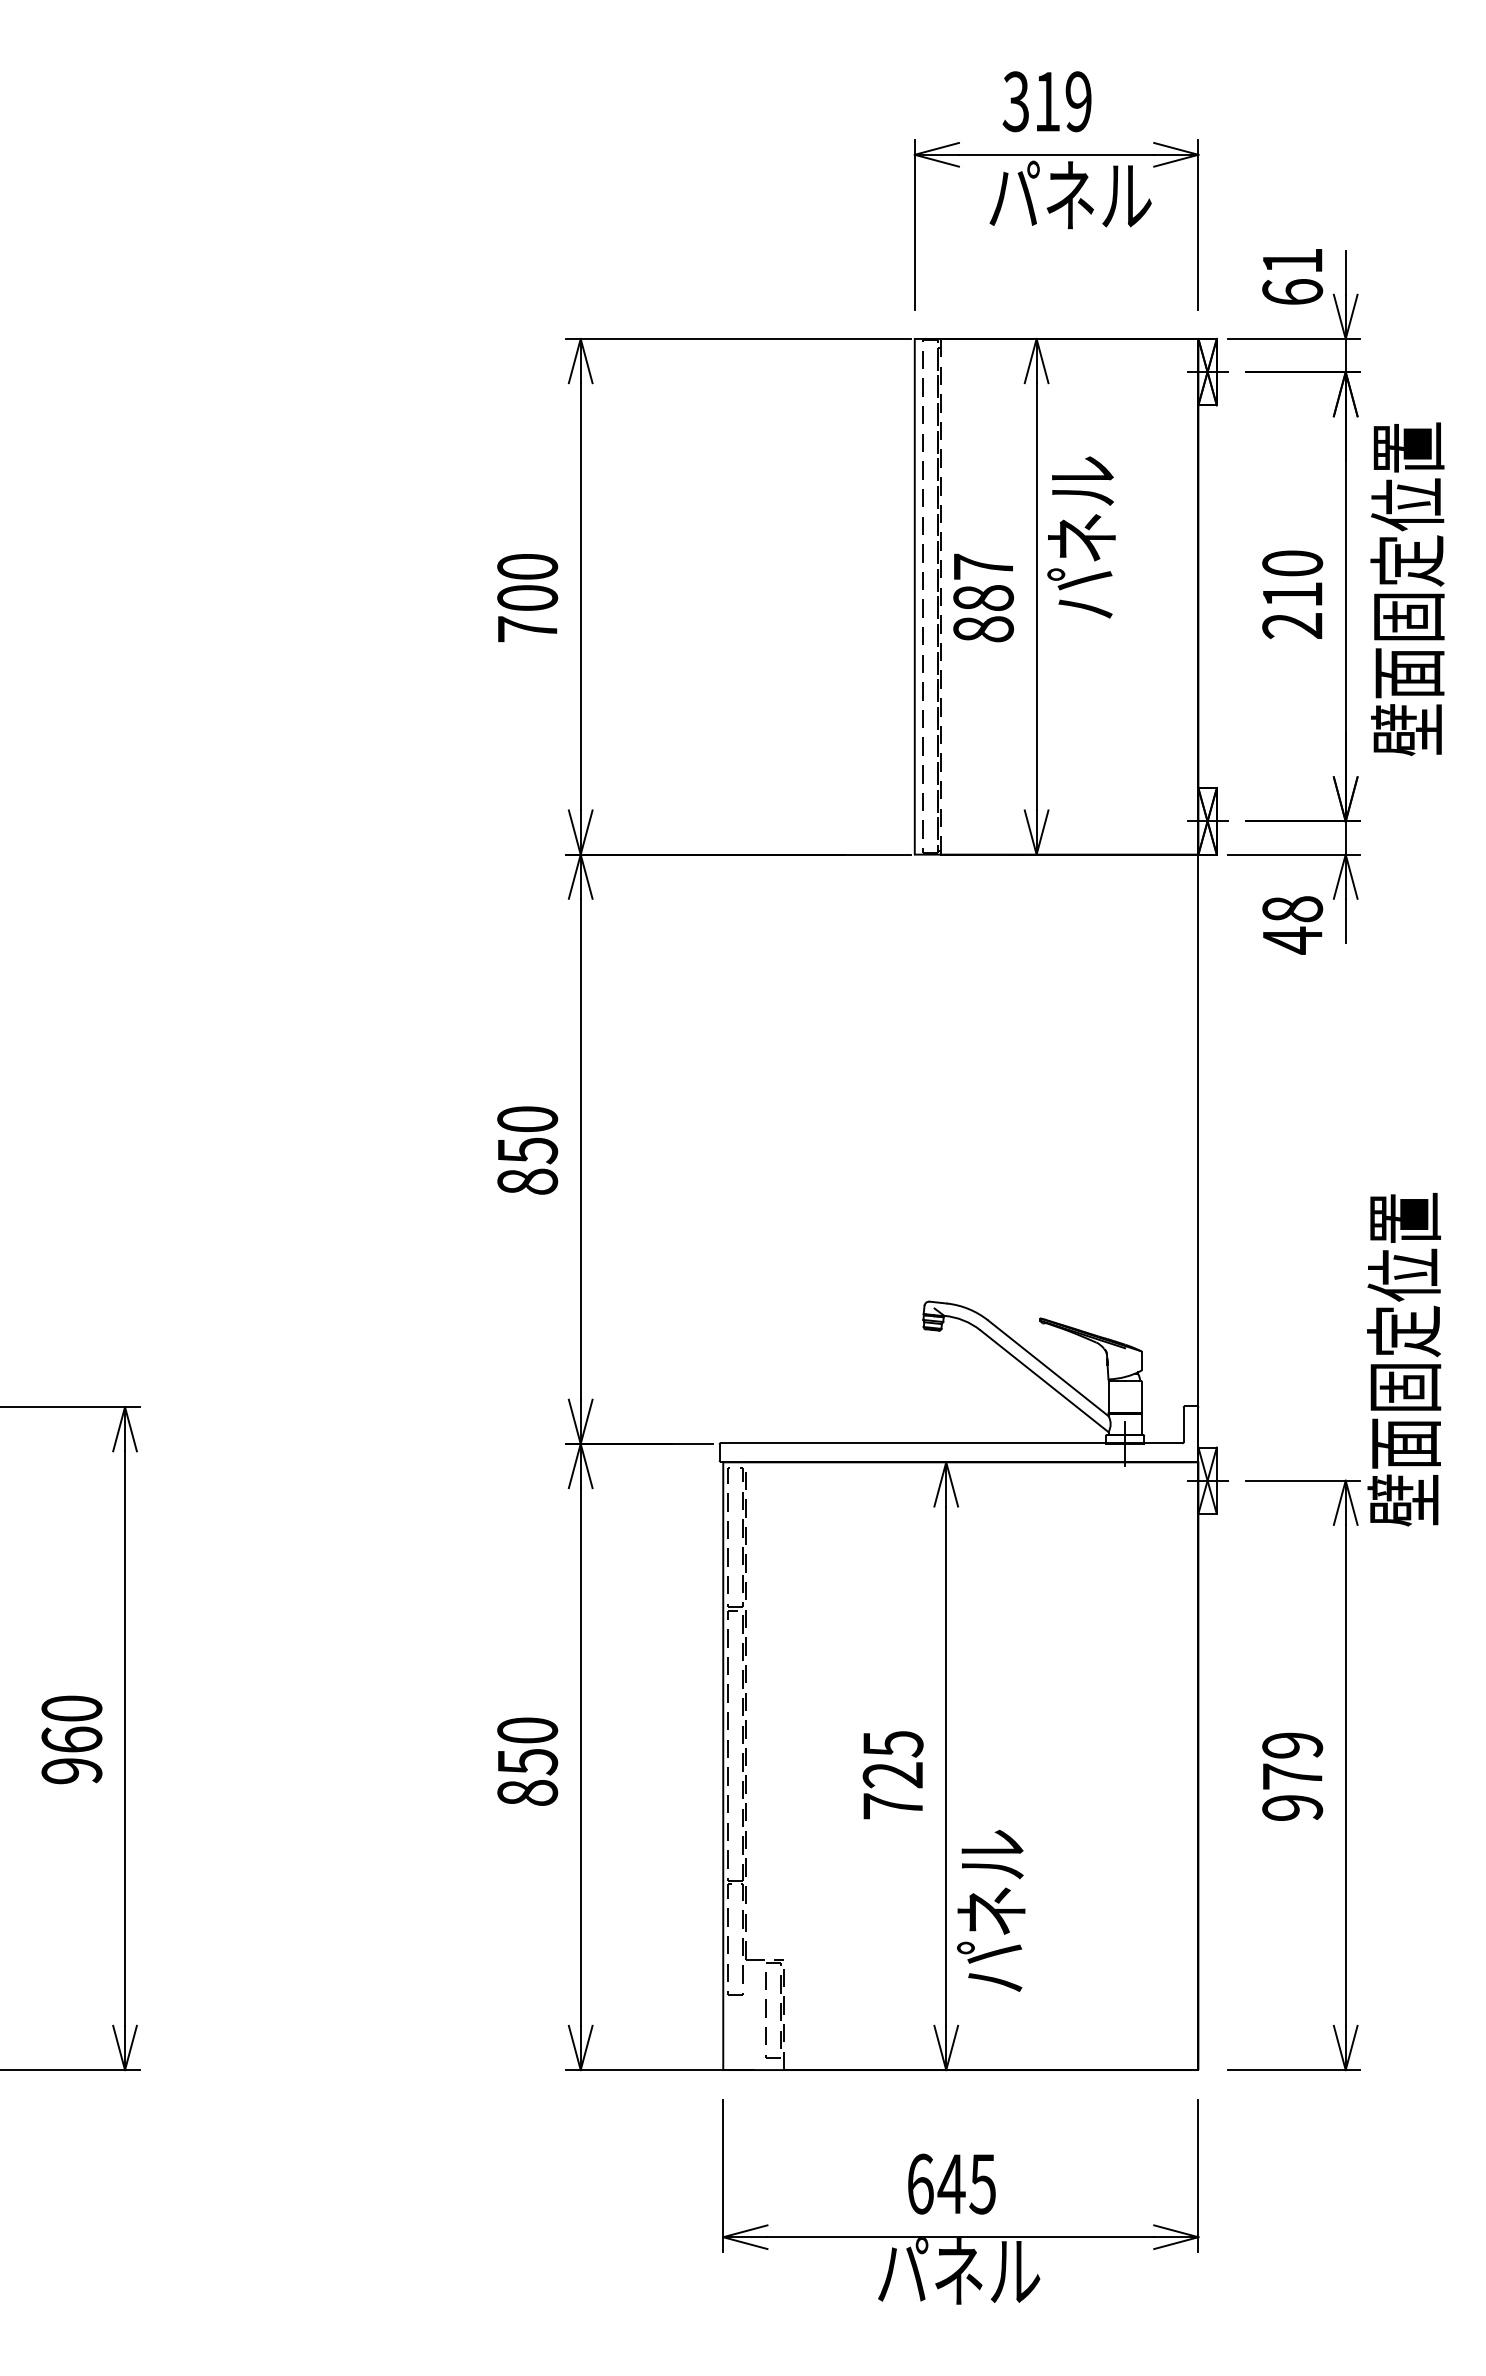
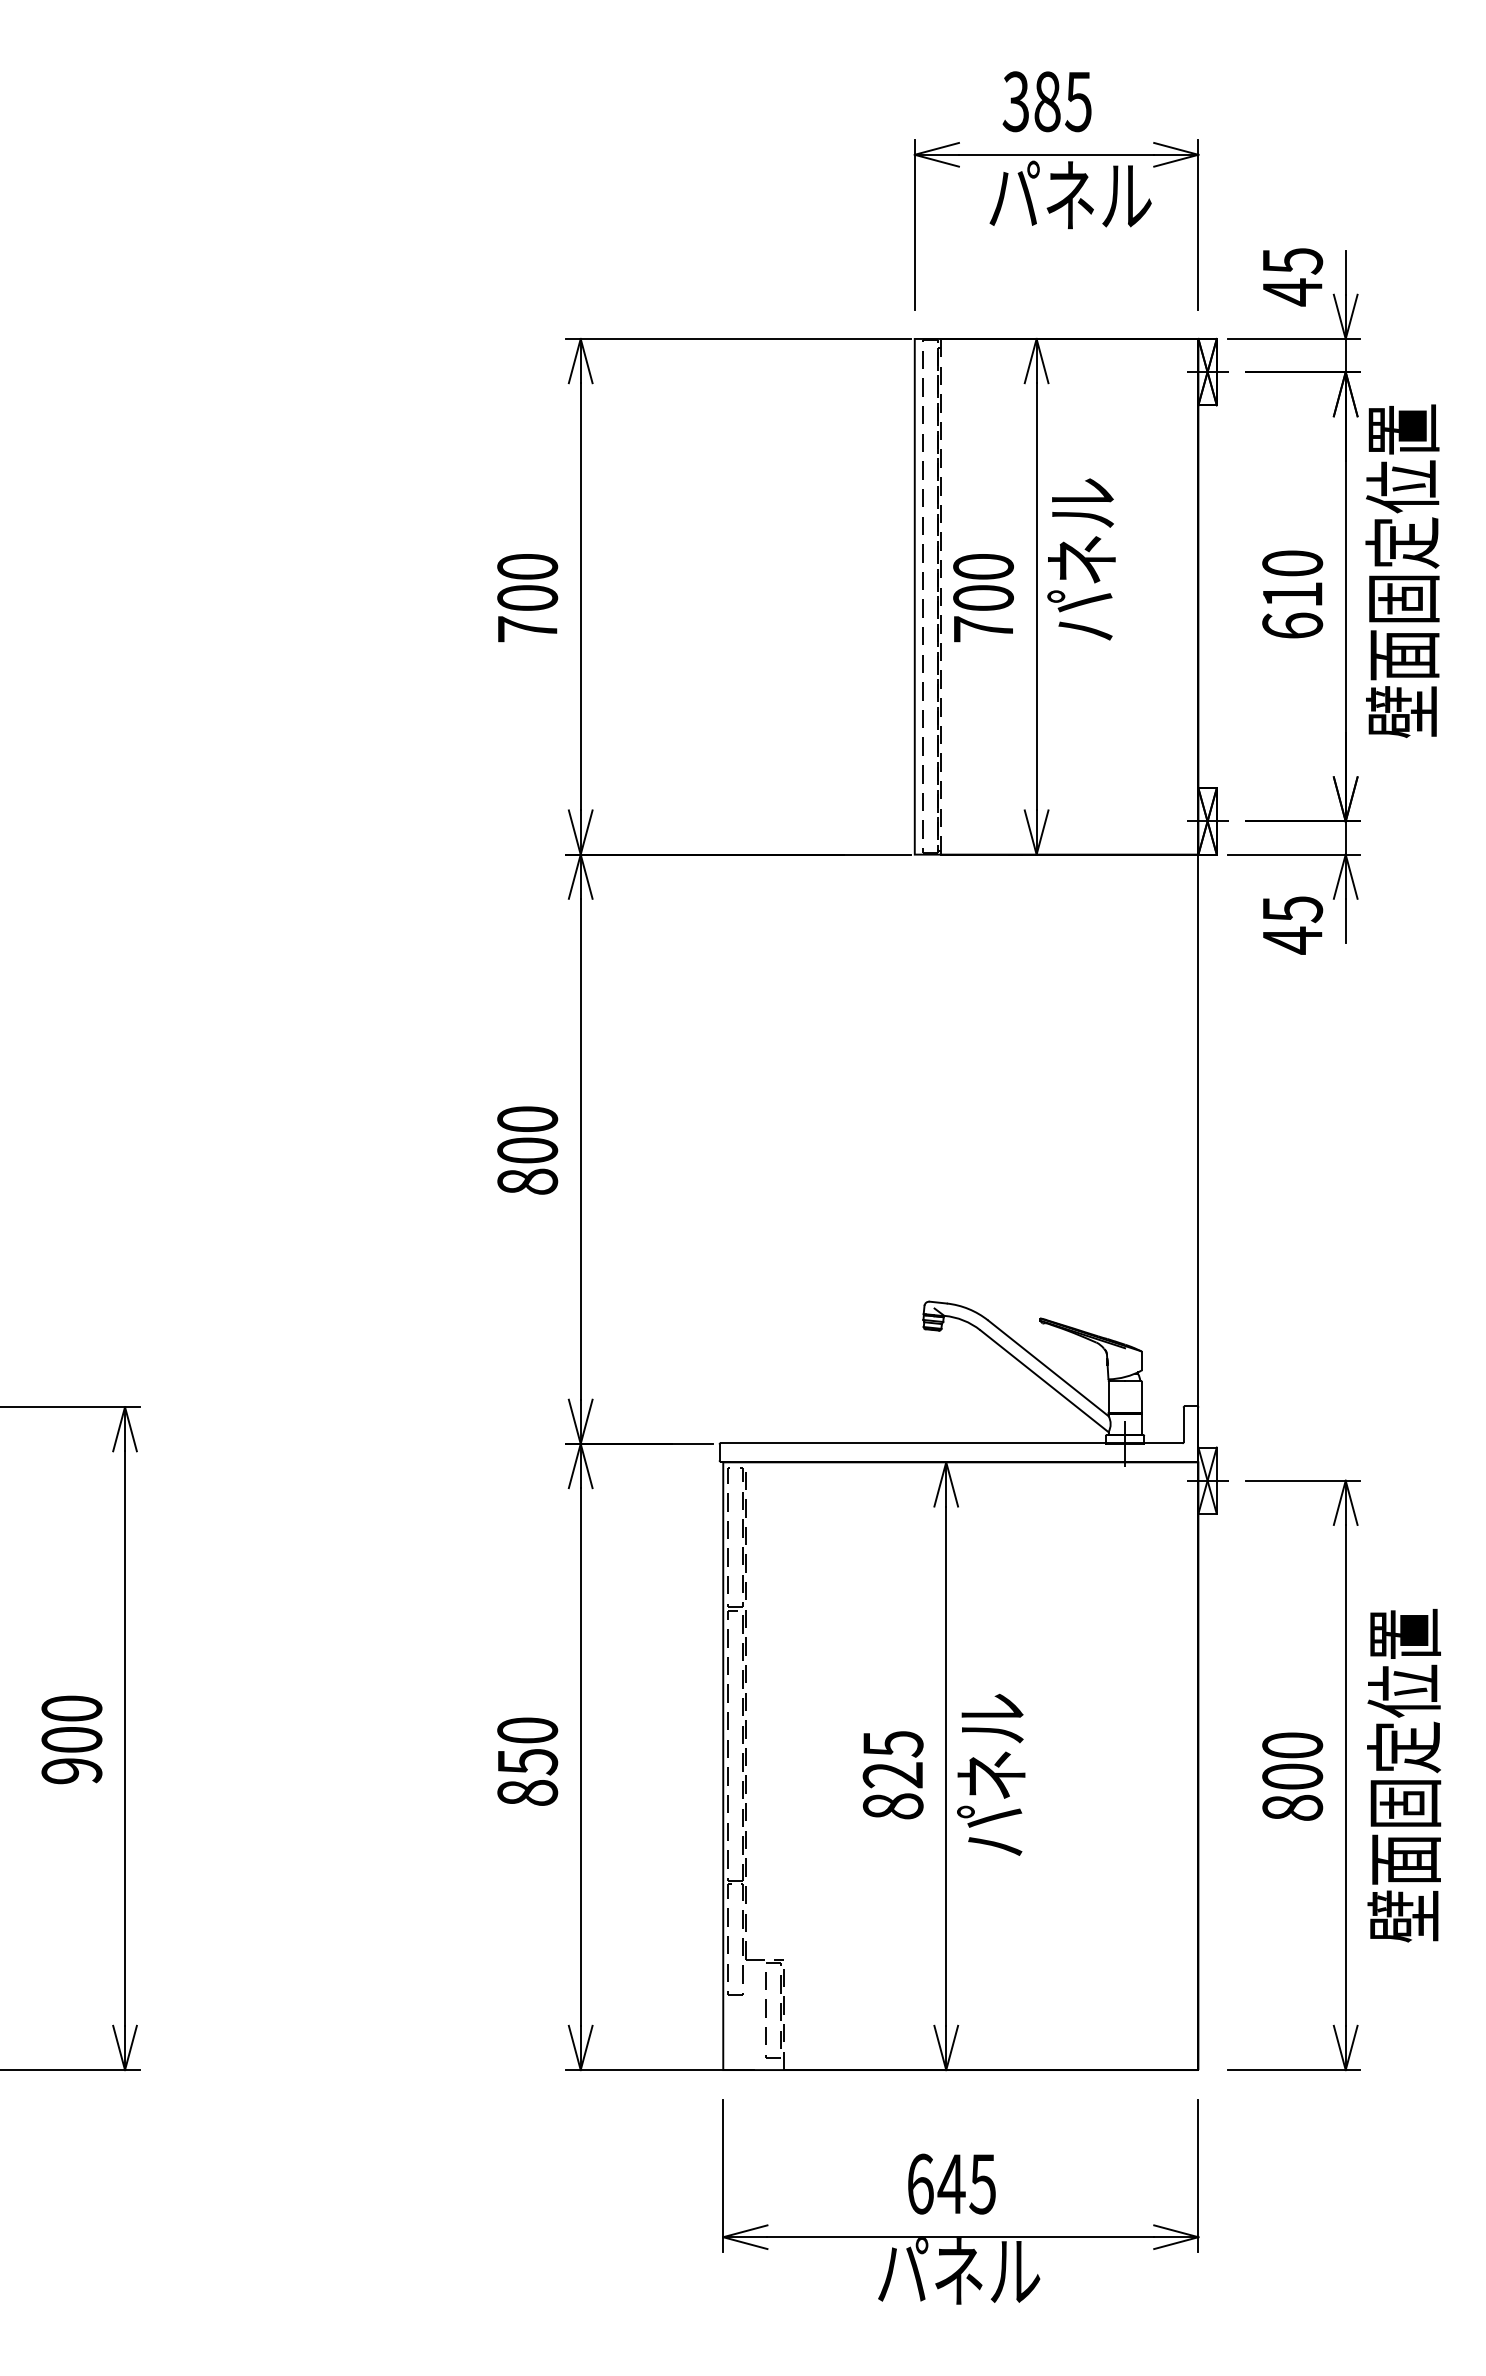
text at (1062, 101): 319 -> 385
text at (1292, 277): 61 -> 45
text at (1081, 537) position: (1081, 537) -> (1081, 559)
text at (1407, 589) position: (1407, 589) -> (1402, 571)
text at (983, 597): 887 -> 700
text at (1292, 625): 210 -> 610
text at (1292, 909): 48 -> 45
text at (527, 1150): 850 -> 800
text at (1404, 1359) position: (1404, 1359) -> (1404, 1775)
text at (71, 1739): 960 -> 900
text at (1292, 1776): 979 -> 800
text at (892, 1806): 725 -> 825
text at (991, 1910) position: (991, 1910) -> (991, 1774)
